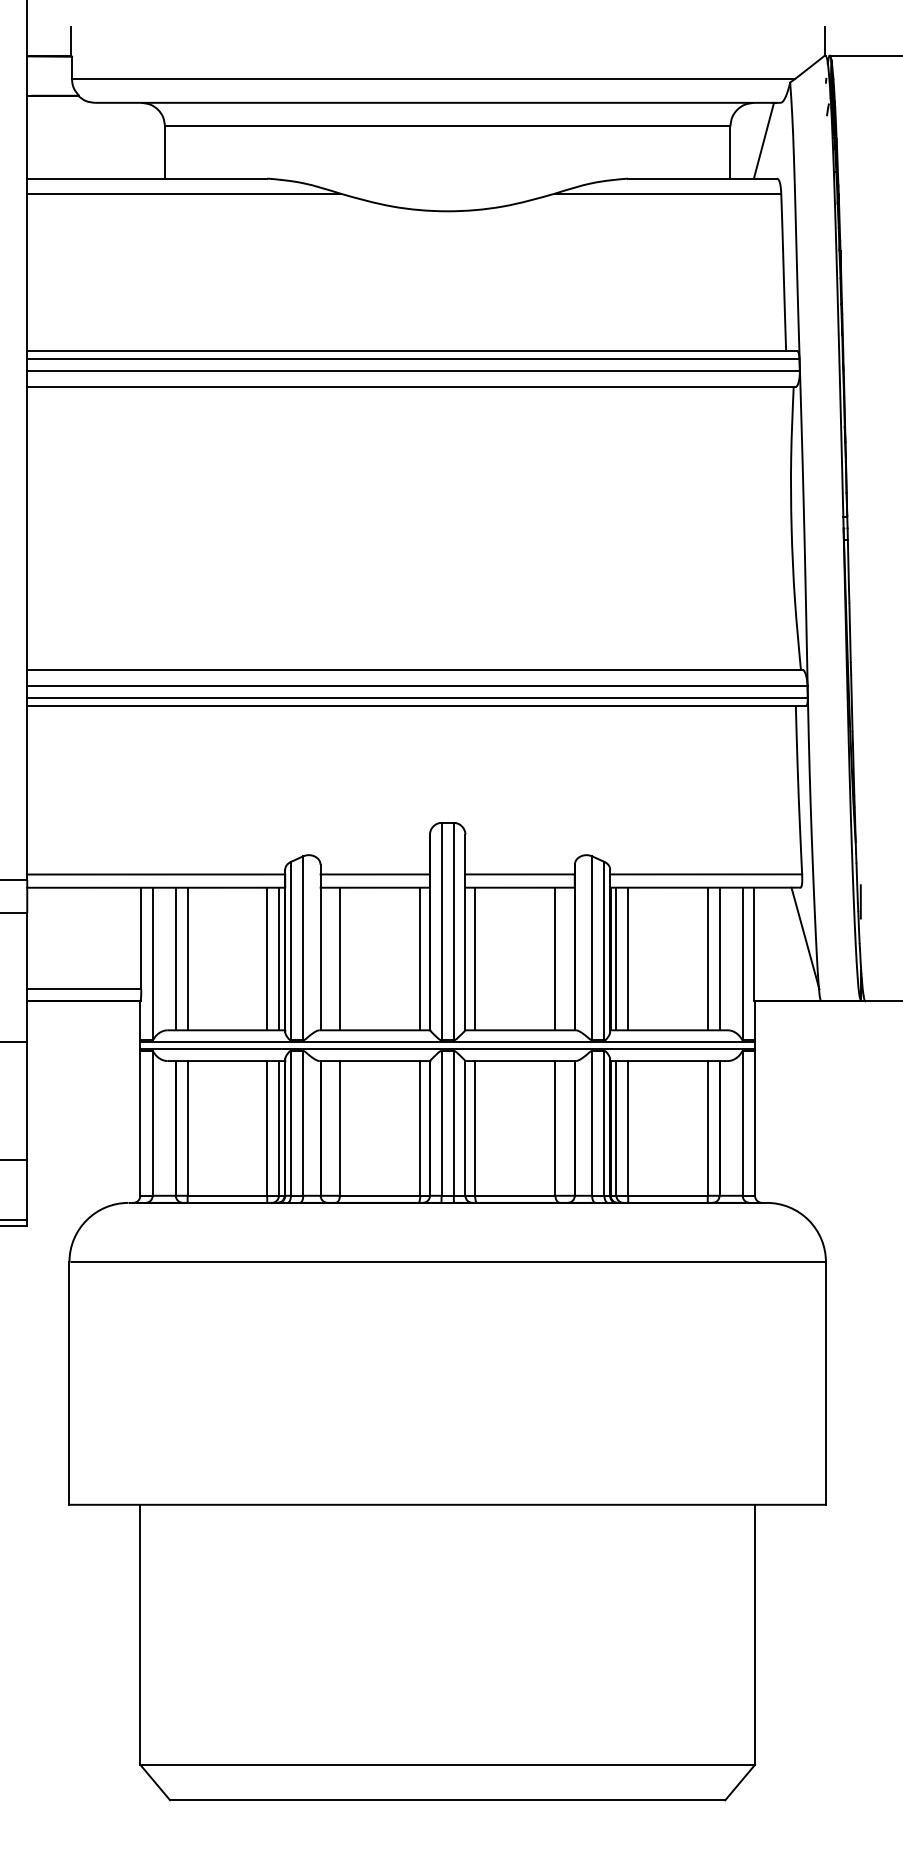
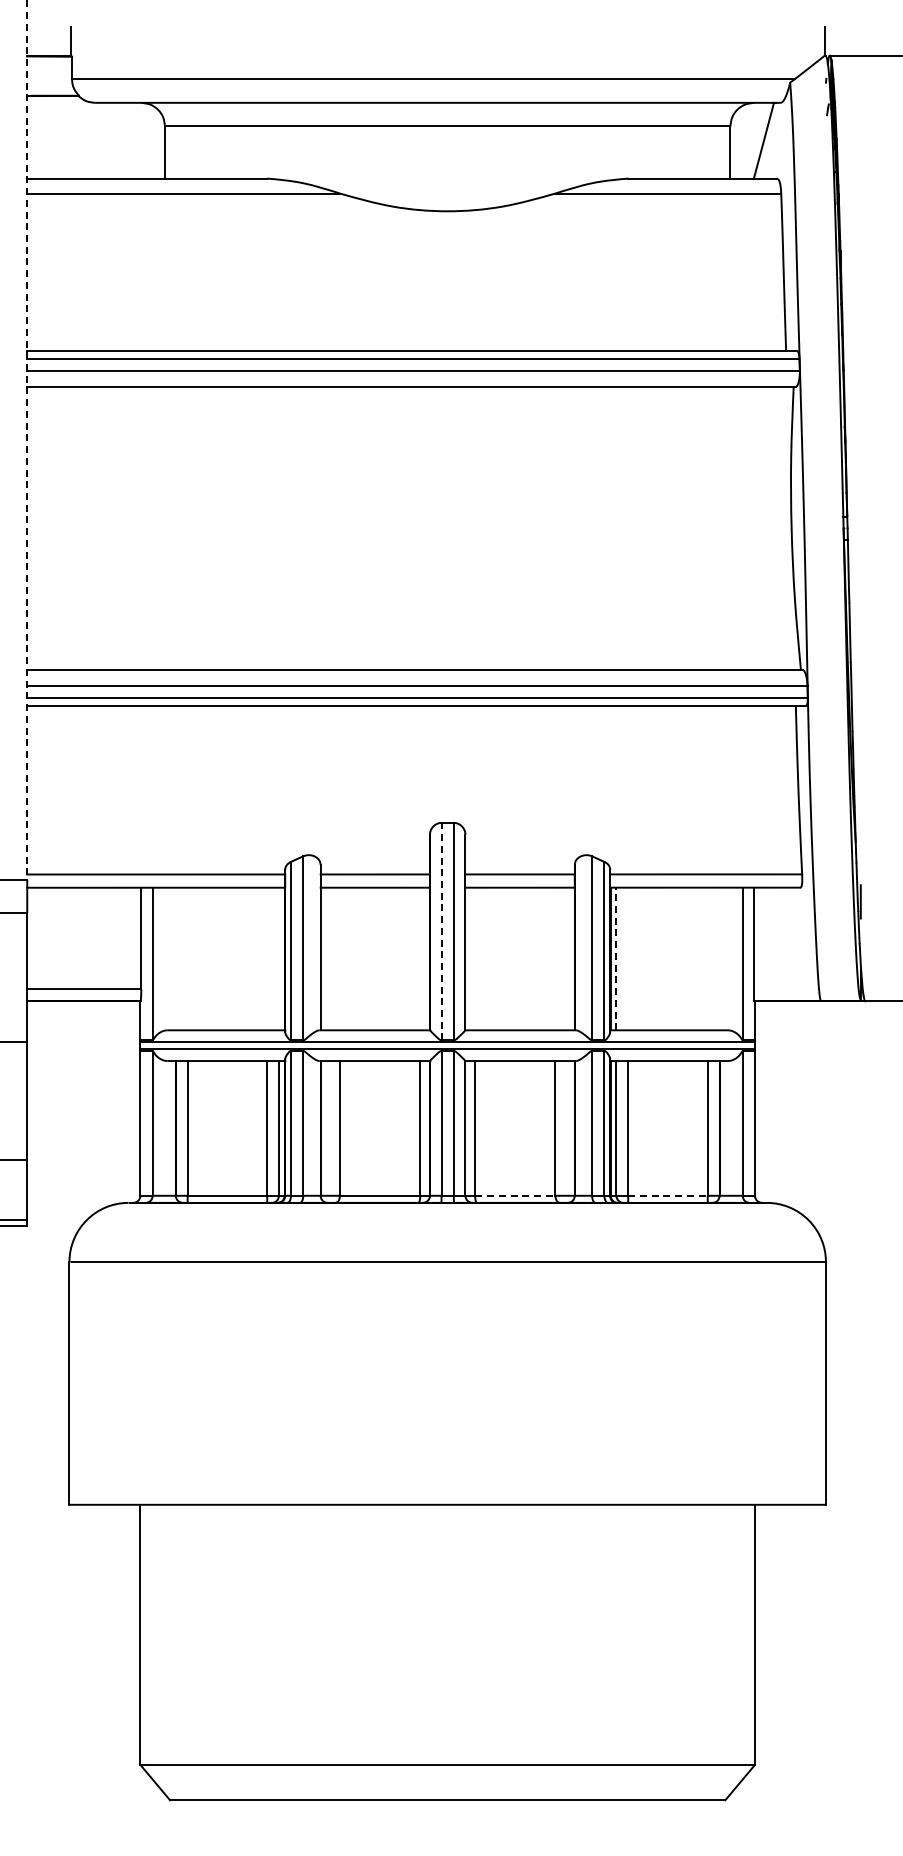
line at (27, 440): solid -> dashed
line at (441, 931): solid -> dashed
line at (805, 938): present -> none
line at (175, 958): present -> none
line at (187, 958): present -> none
line at (267, 958): present -> none
line at (278, 958): present -> none
line at (339, 958): present -> none
line at (420, 958): present -> none
line at (475, 958): present -> none
line at (555, 958): present -> none
line at (616, 958): solid -> dashed
line at (628, 958): present -> none
line at (707, 958): present -> none
line at (719, 958): present -> none
line at (515, 1195): solid -> dashed
line at (667, 1195): solid -> dashed
